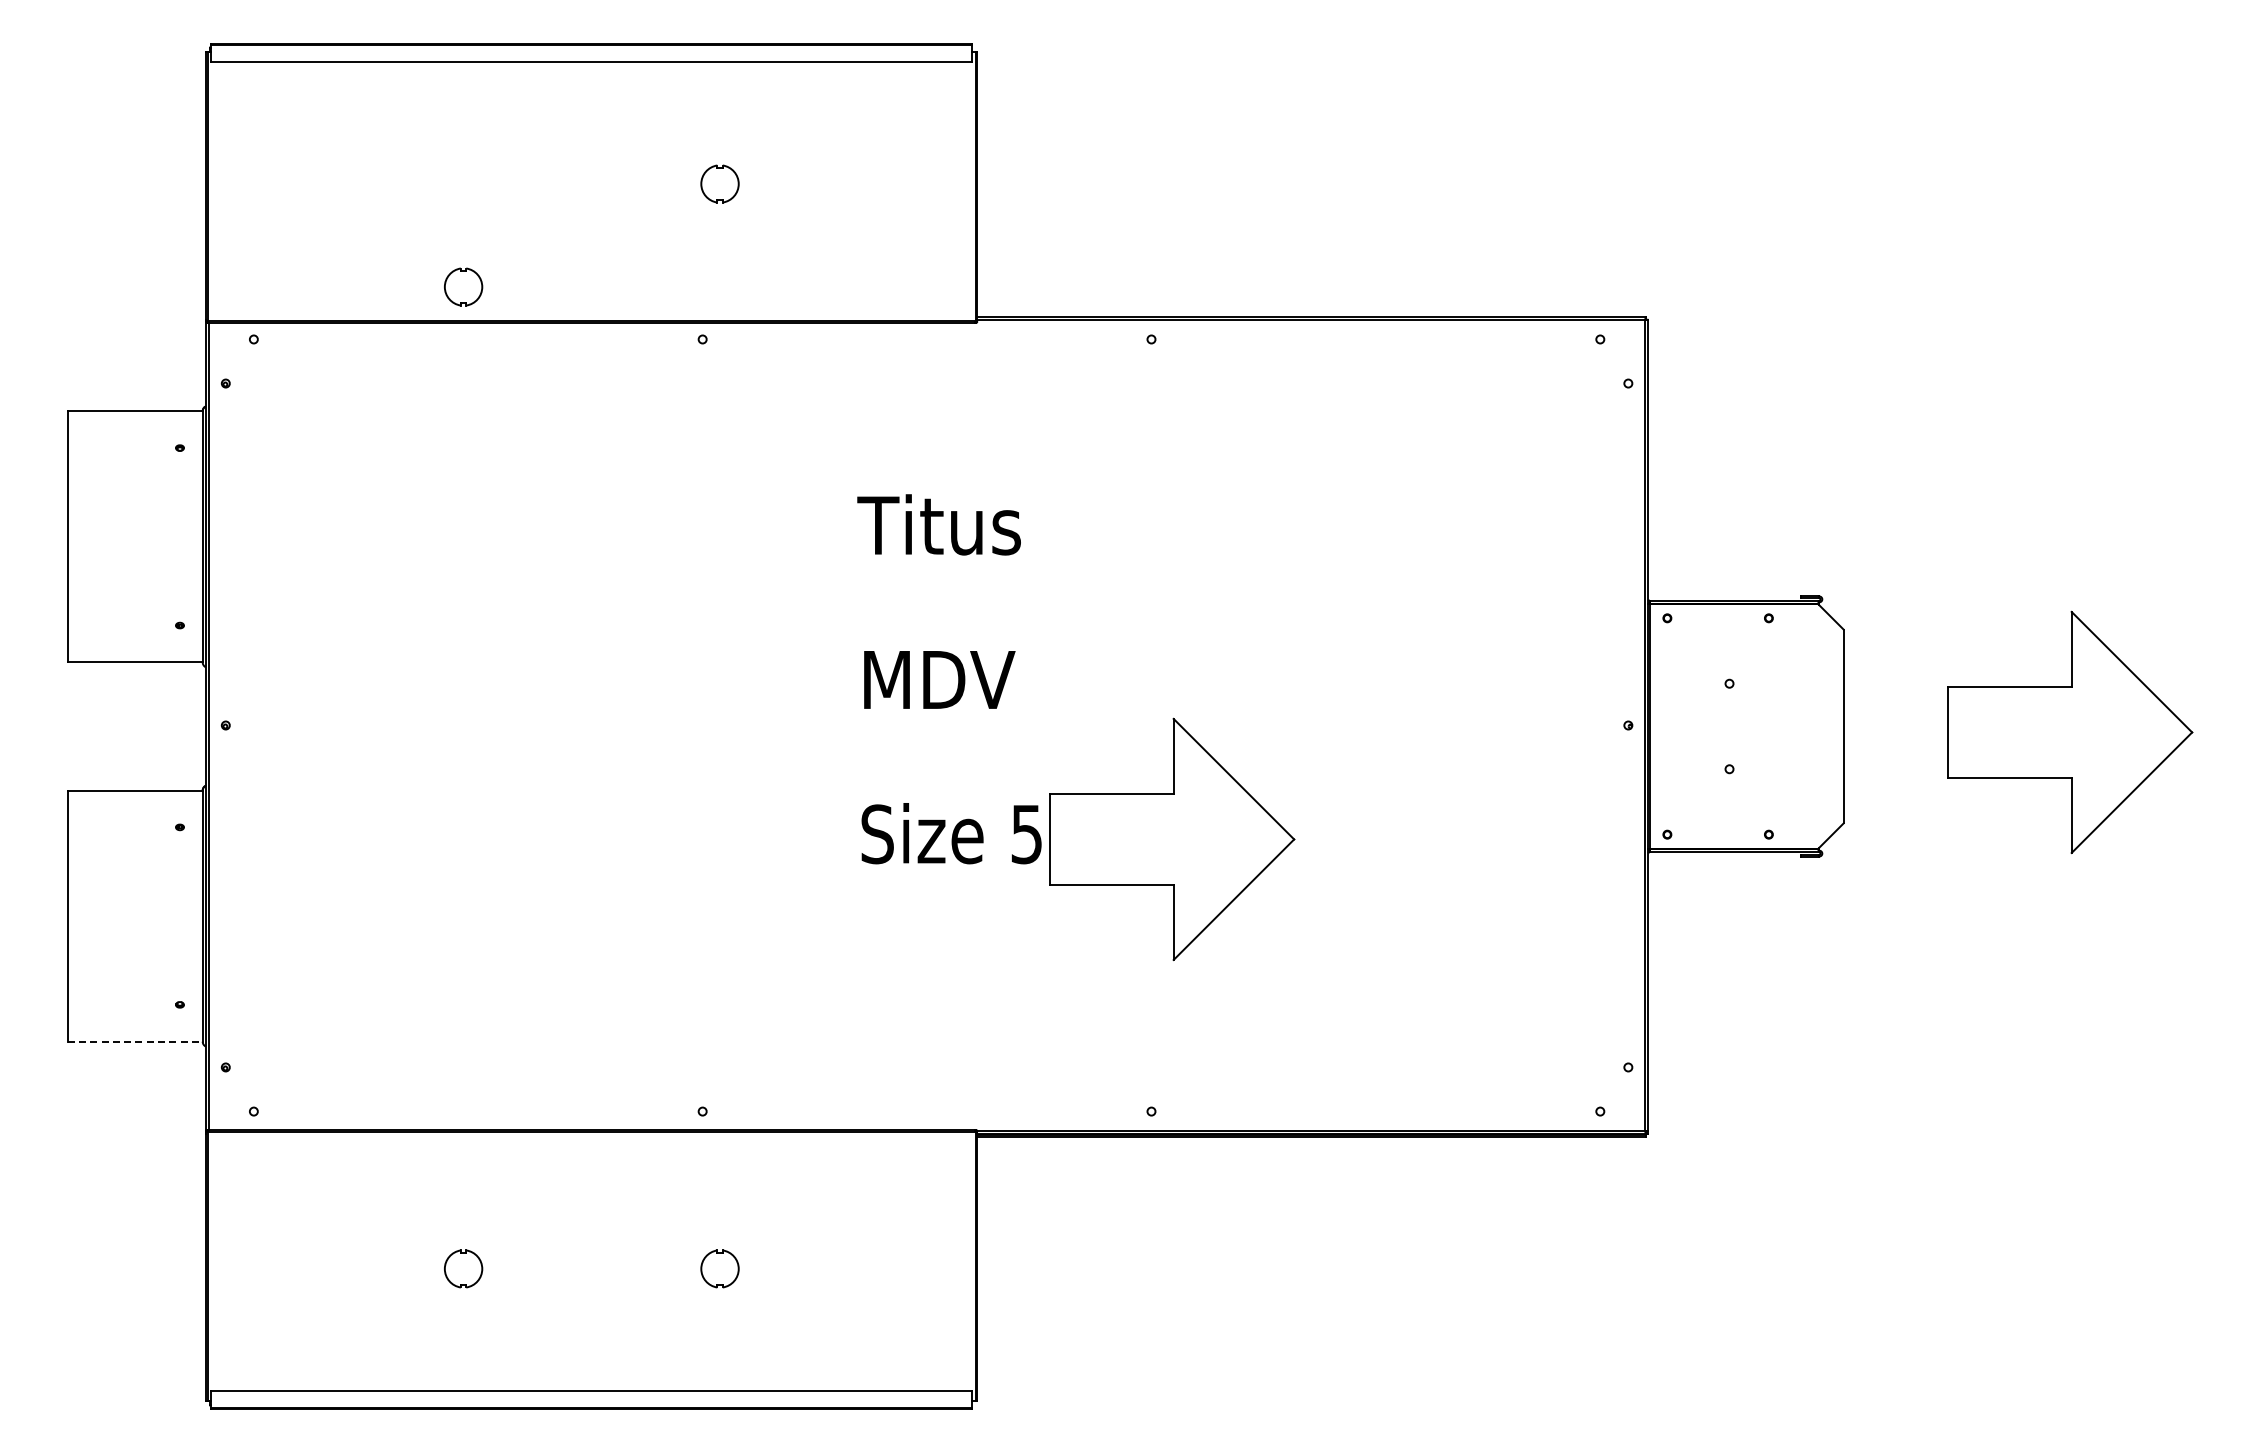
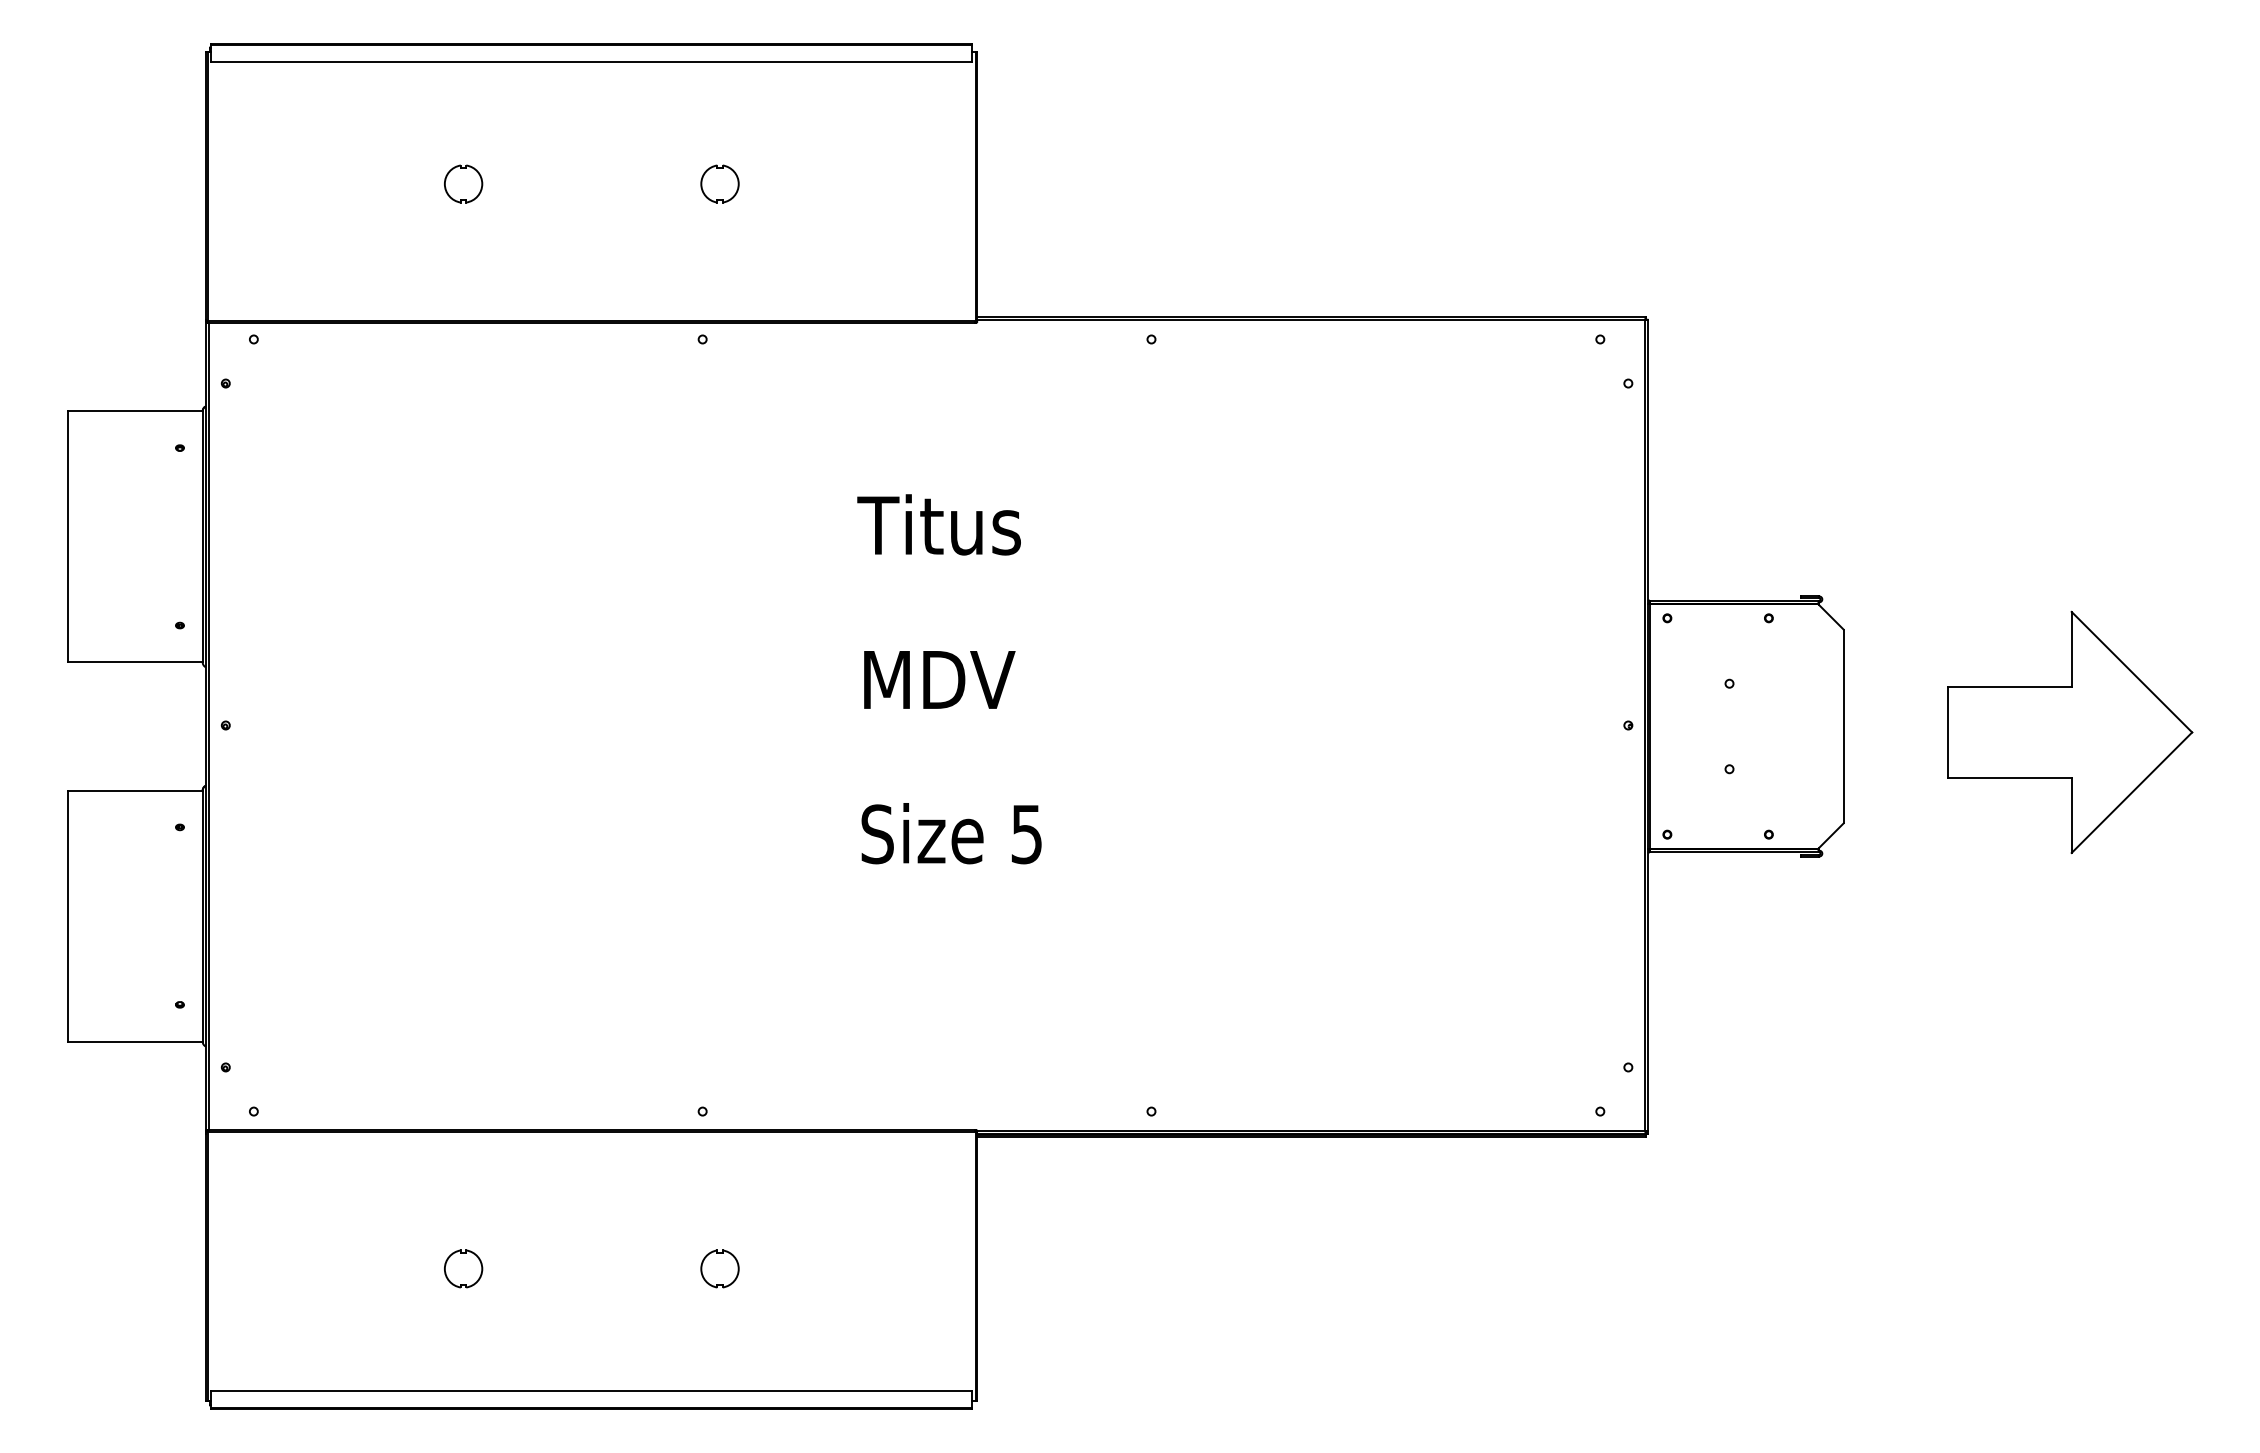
part at (463, 286) position: (463, 286) -> (463, 183)
part at (1172, 838): present -> none
line at (135, 1041): dashed -> solid
